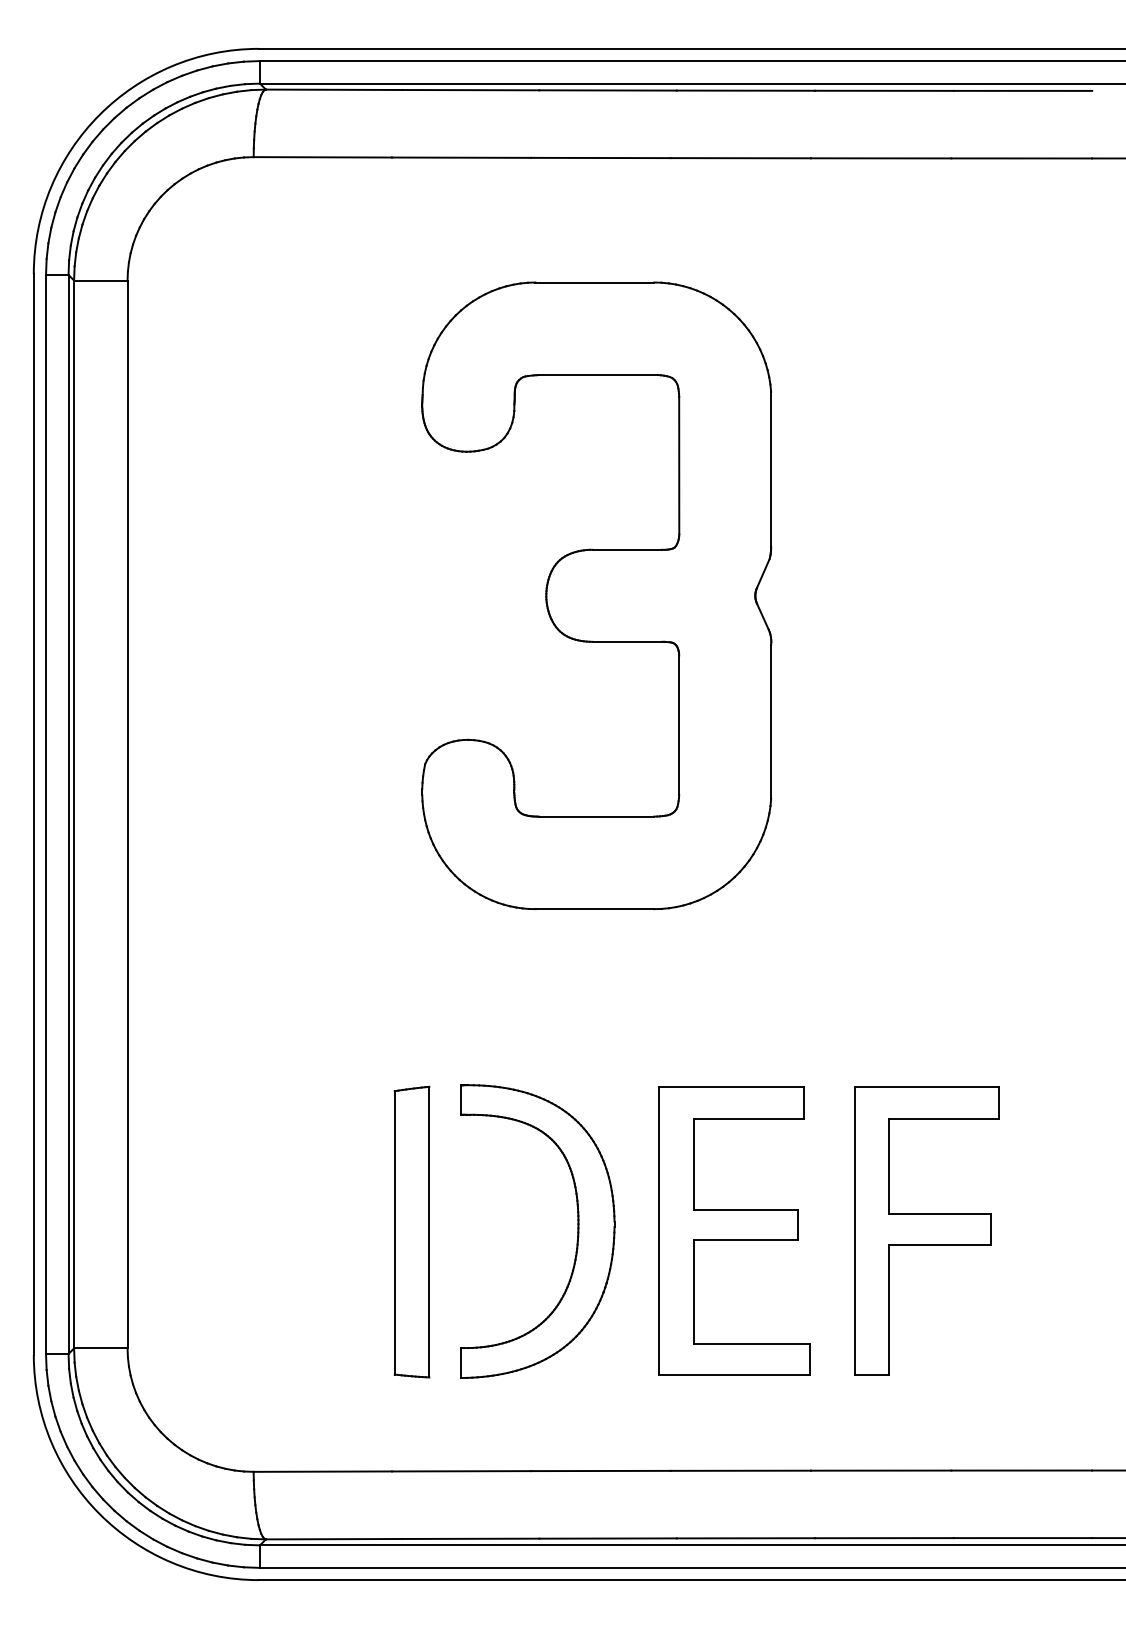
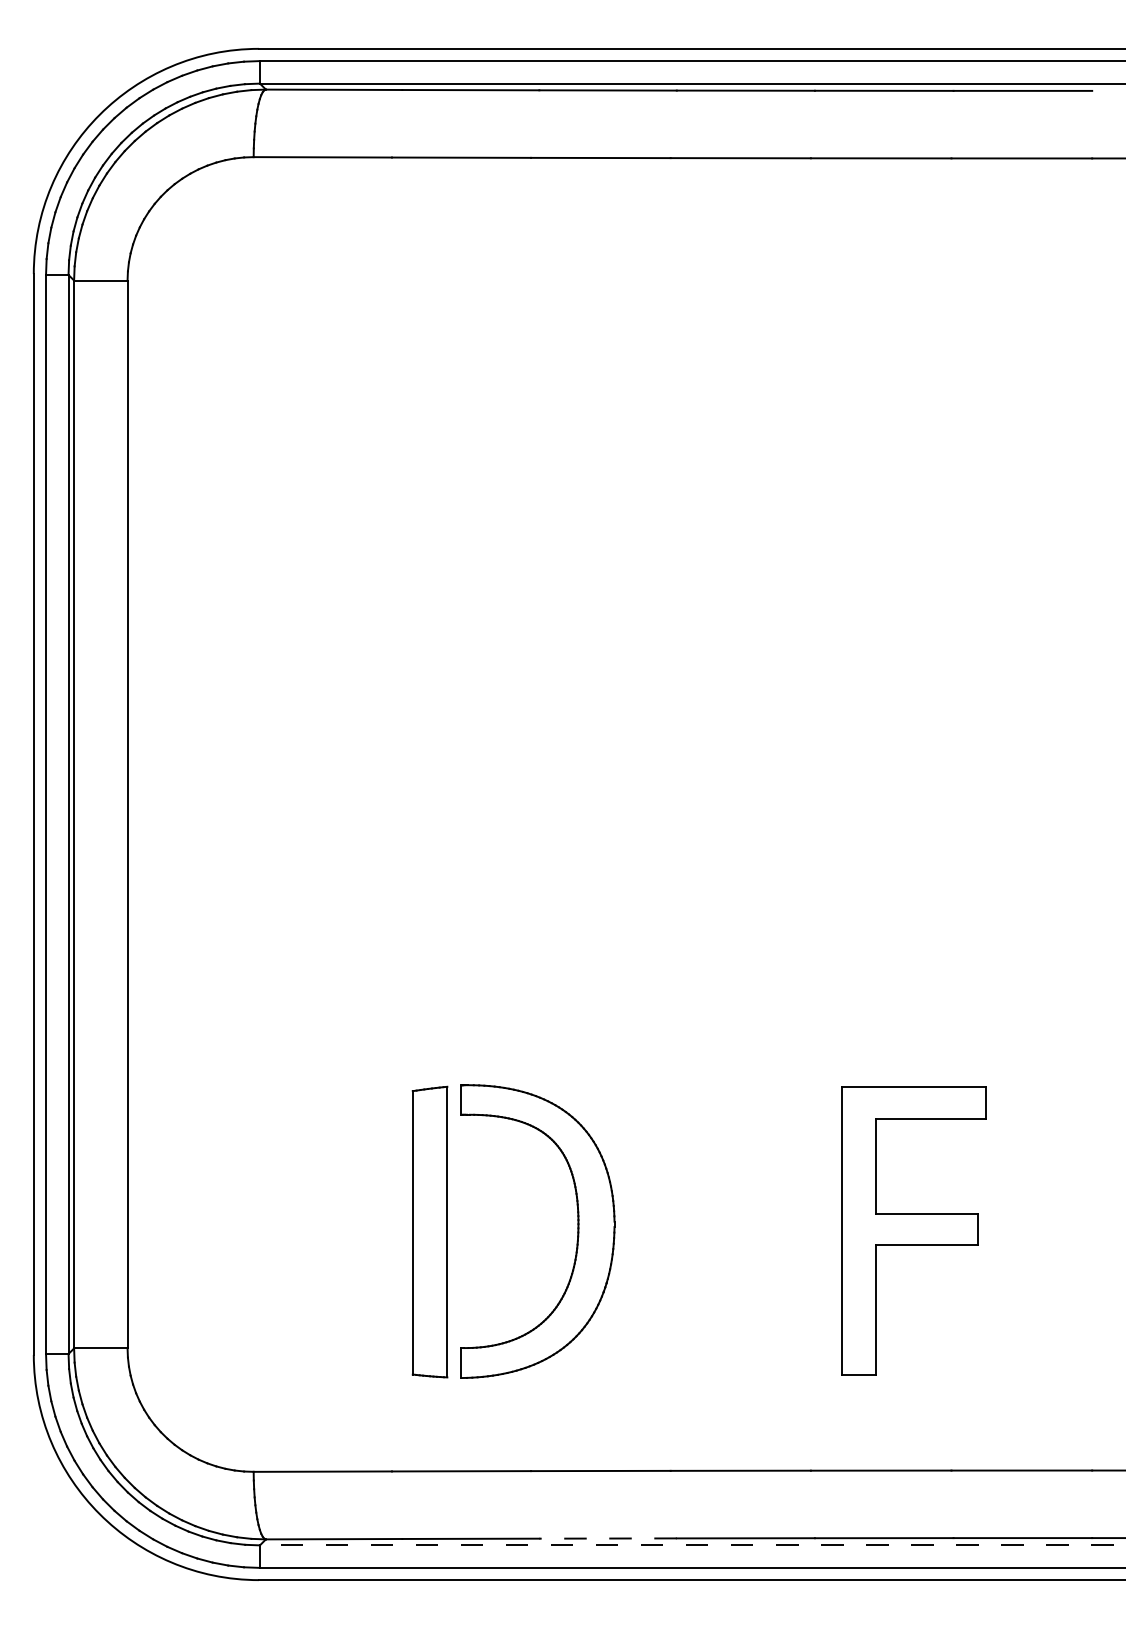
part at (596, 595): present -> none
part at (734, 1230): present -> none
part at (926, 1230) position: (926, 1230) -> (913, 1230)
part at (411, 1231) position: (411, 1231) -> (429, 1231)
line at (608, 1538): solid -> dashed
line at (692, 1545): solid -> dashed
